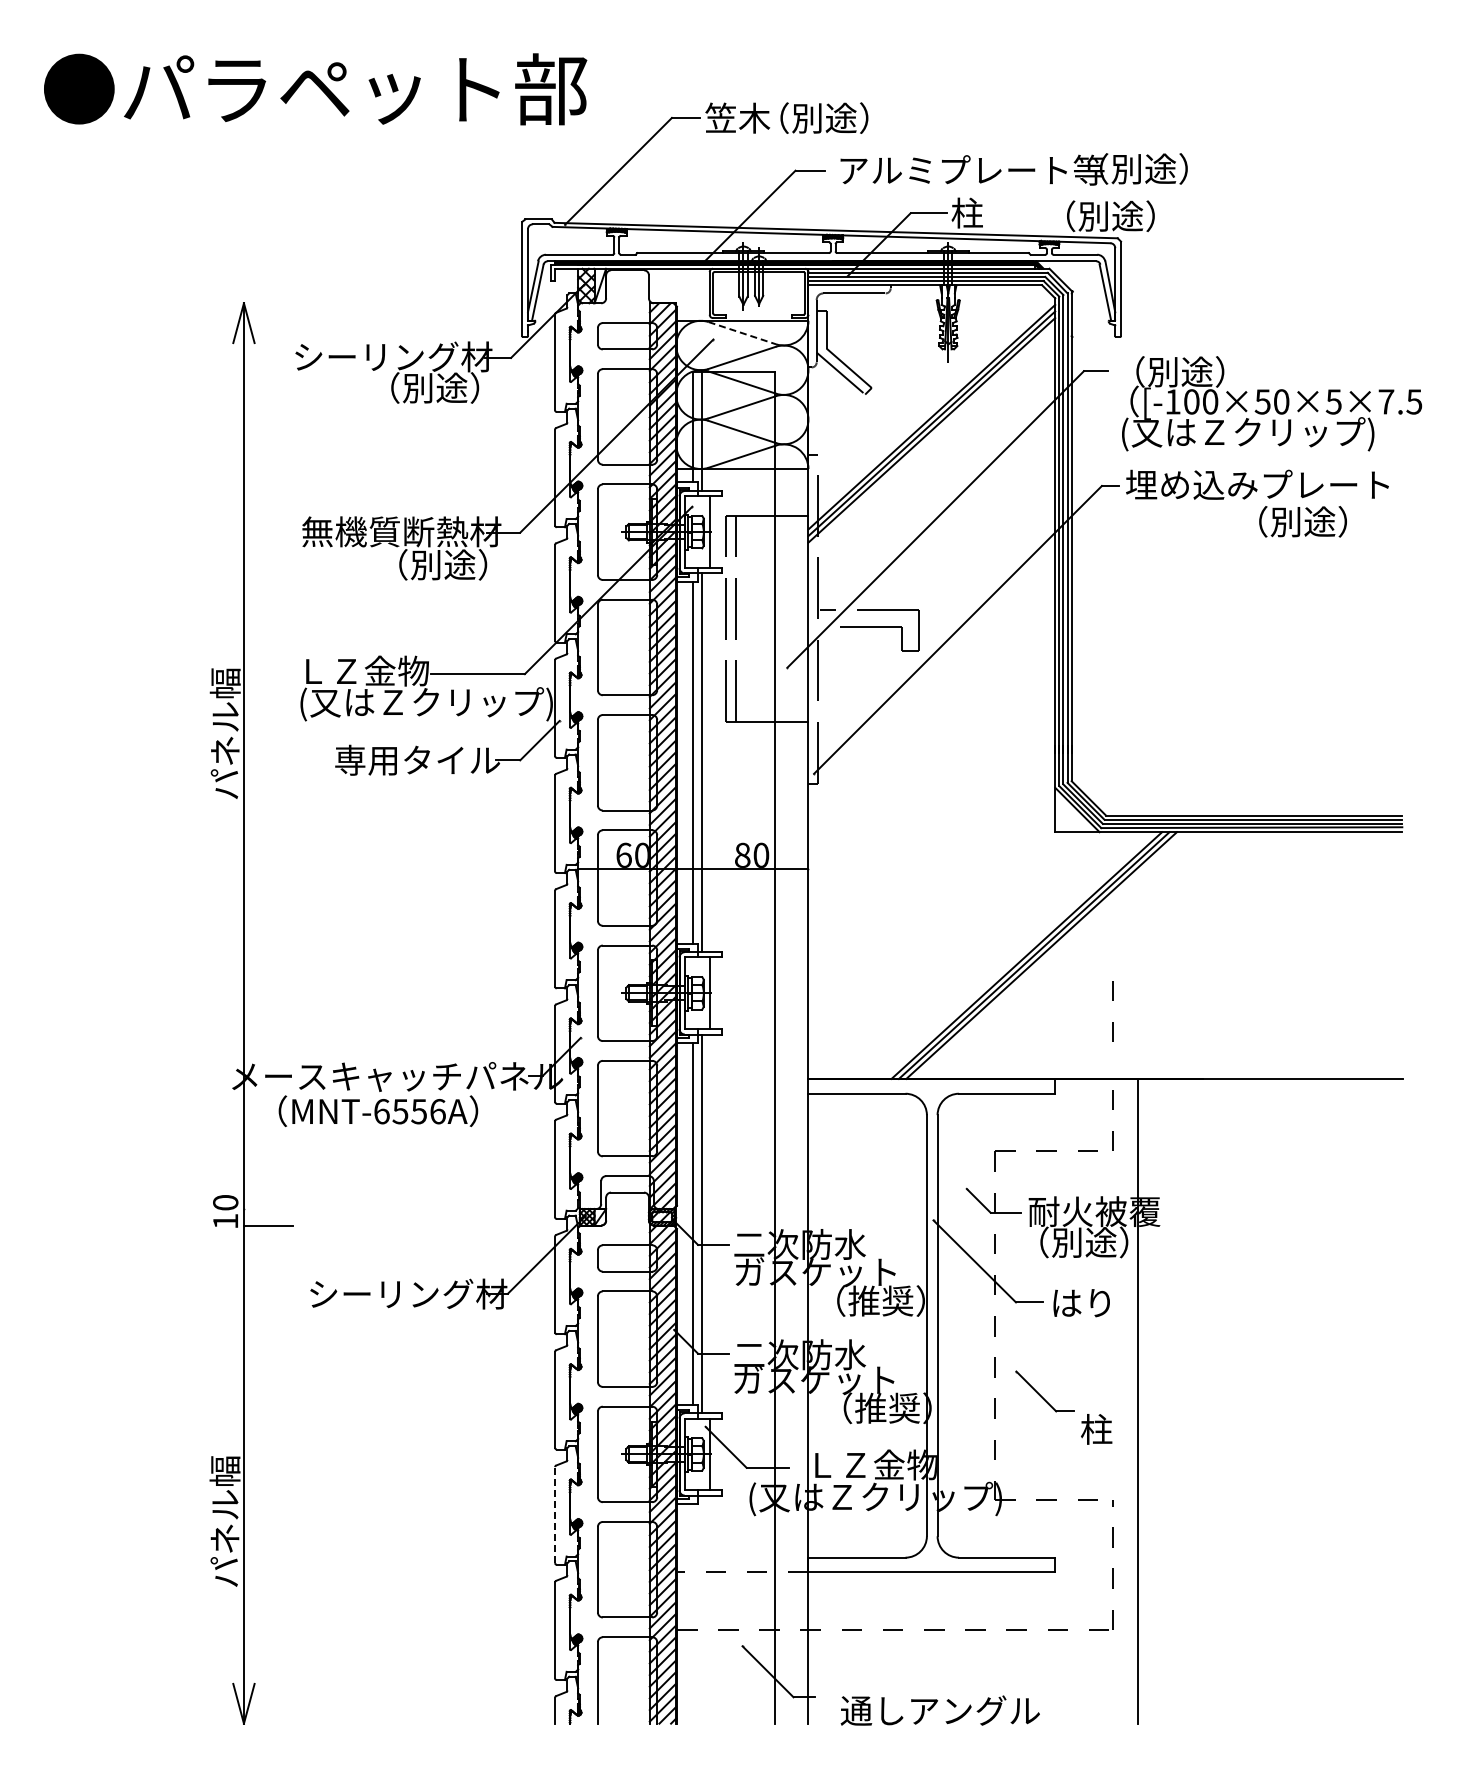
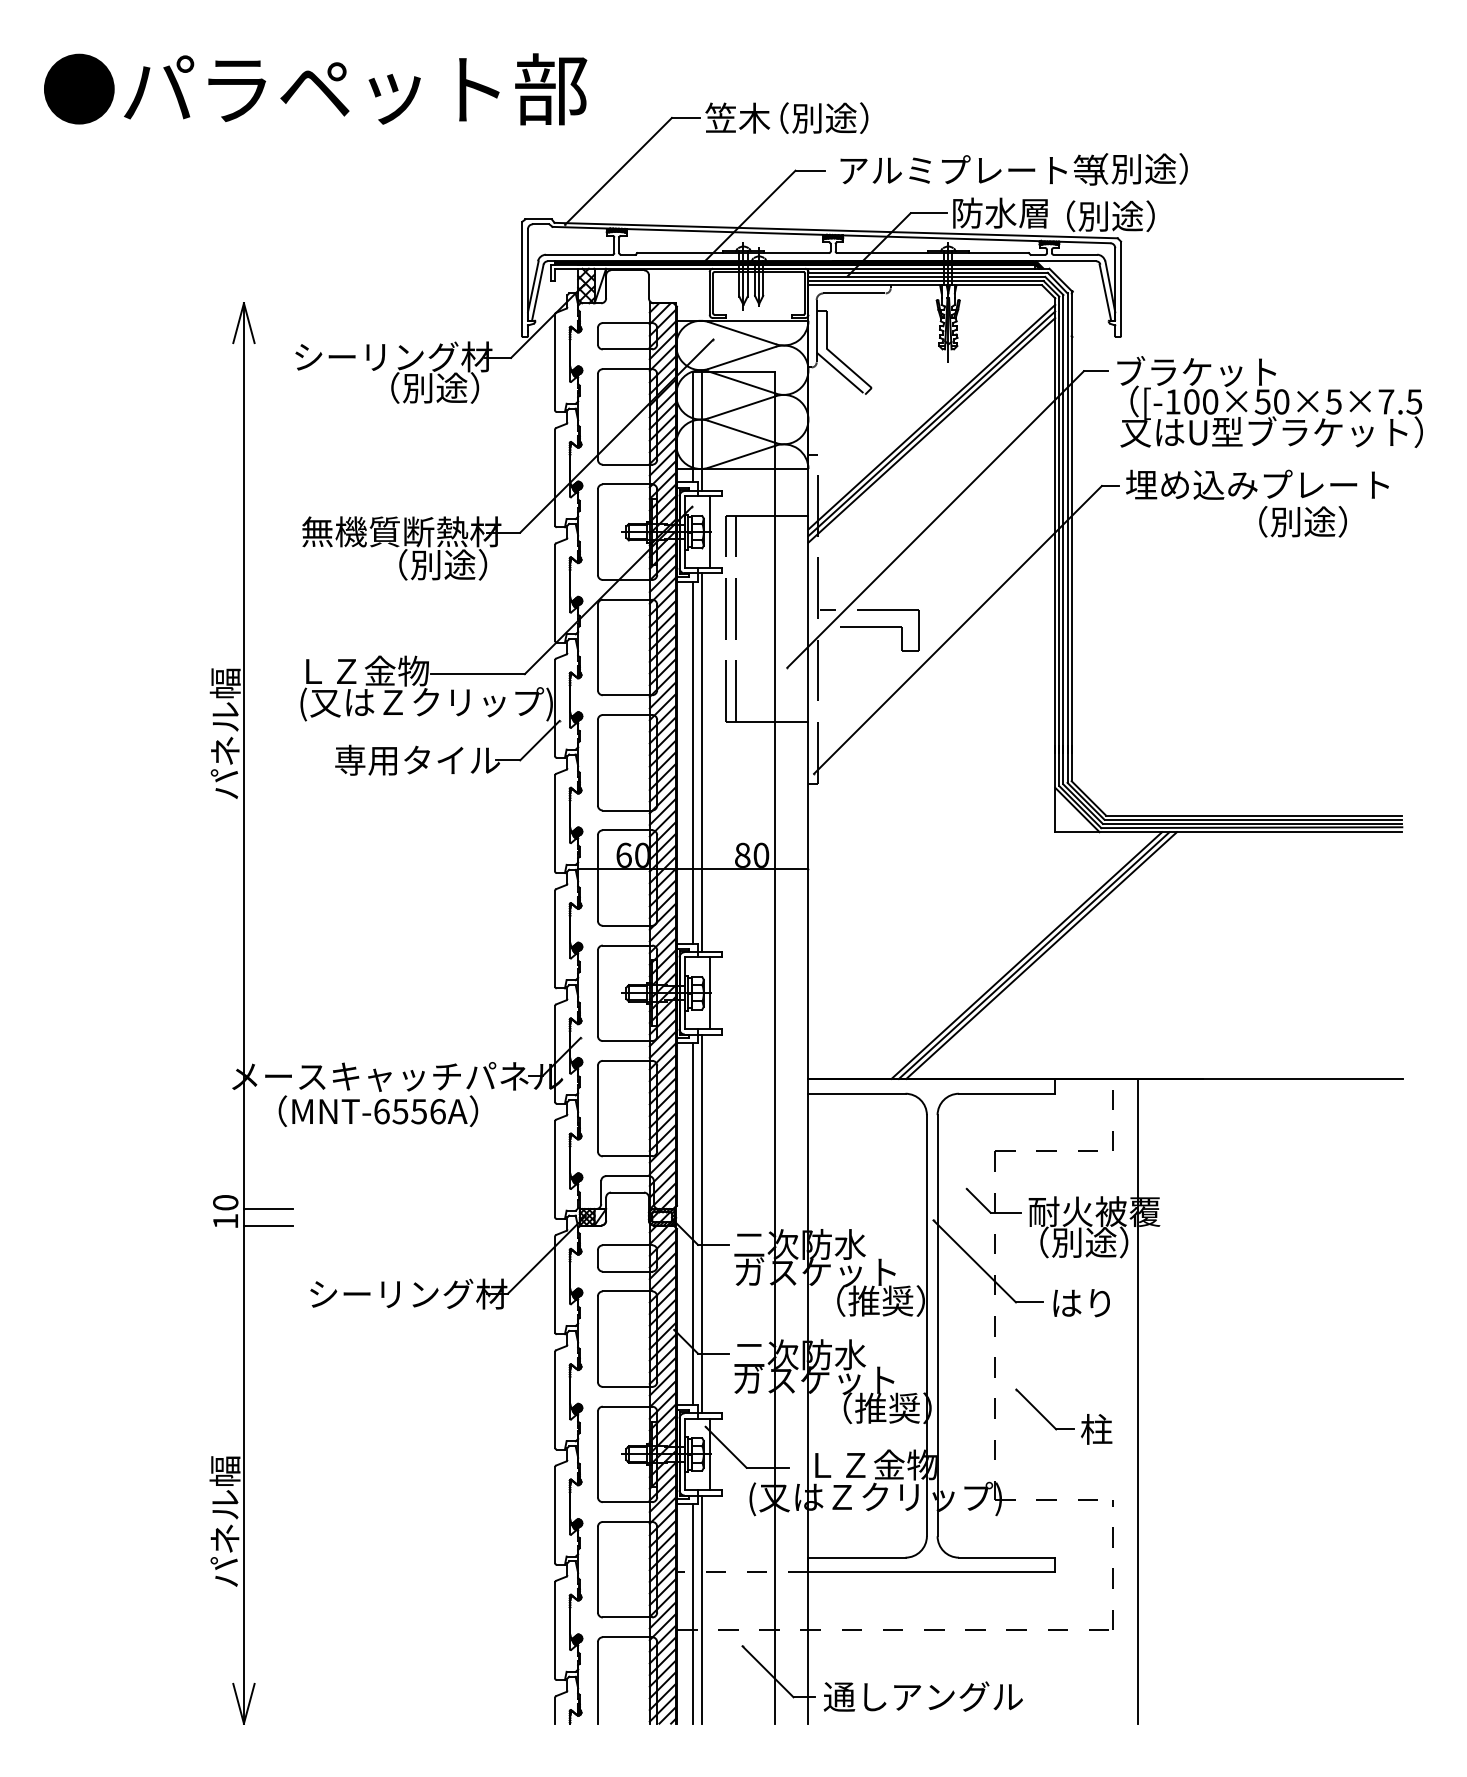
text at (999, 212): 柱 -> 防水層
line at (742, 333): dashed -> solid
text at (1196, 371): （別途） -> ブラケット
text at (1271, 433): (又はＺクリップ) -> 又はU型ブラケット）
line at (1112, 1000): present -> none
line at (268, 1209): none -> present
part at (1044, 1391) position: (1044, 1391) -> (1044, 1409)
line at (555, 1514): dashed -> solid
line at (702, 1609): none -> present
line at (692, 1613): none -> present
text at (939, 1710) position: (939, 1710) -> (922, 1696)
